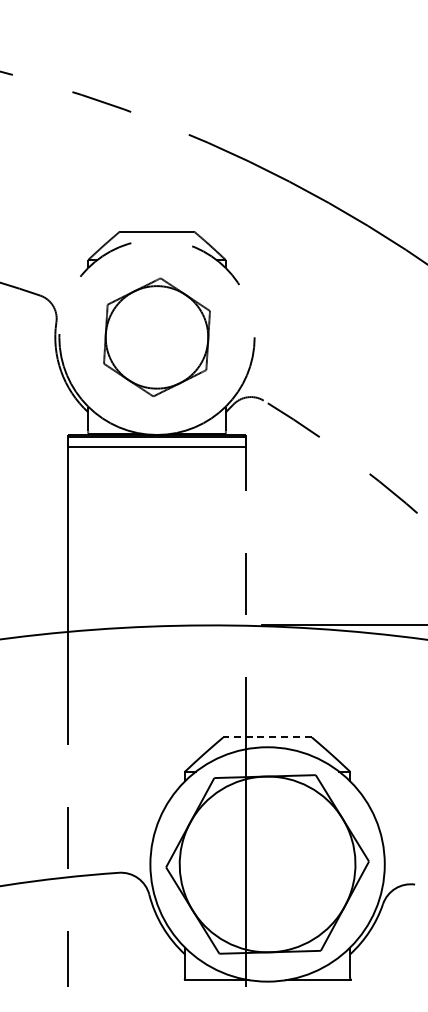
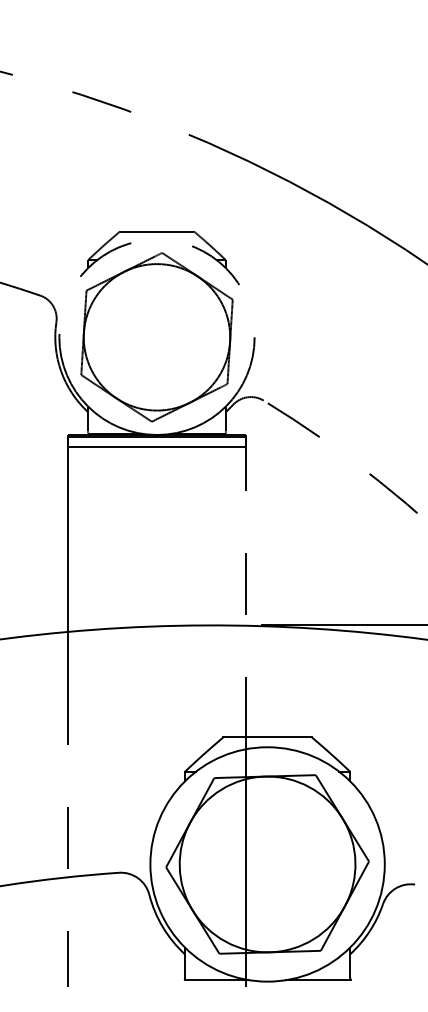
part at (156, 336) size: 108x120 px -> 154x171 px
line at (267, 737): dashed -> solid
